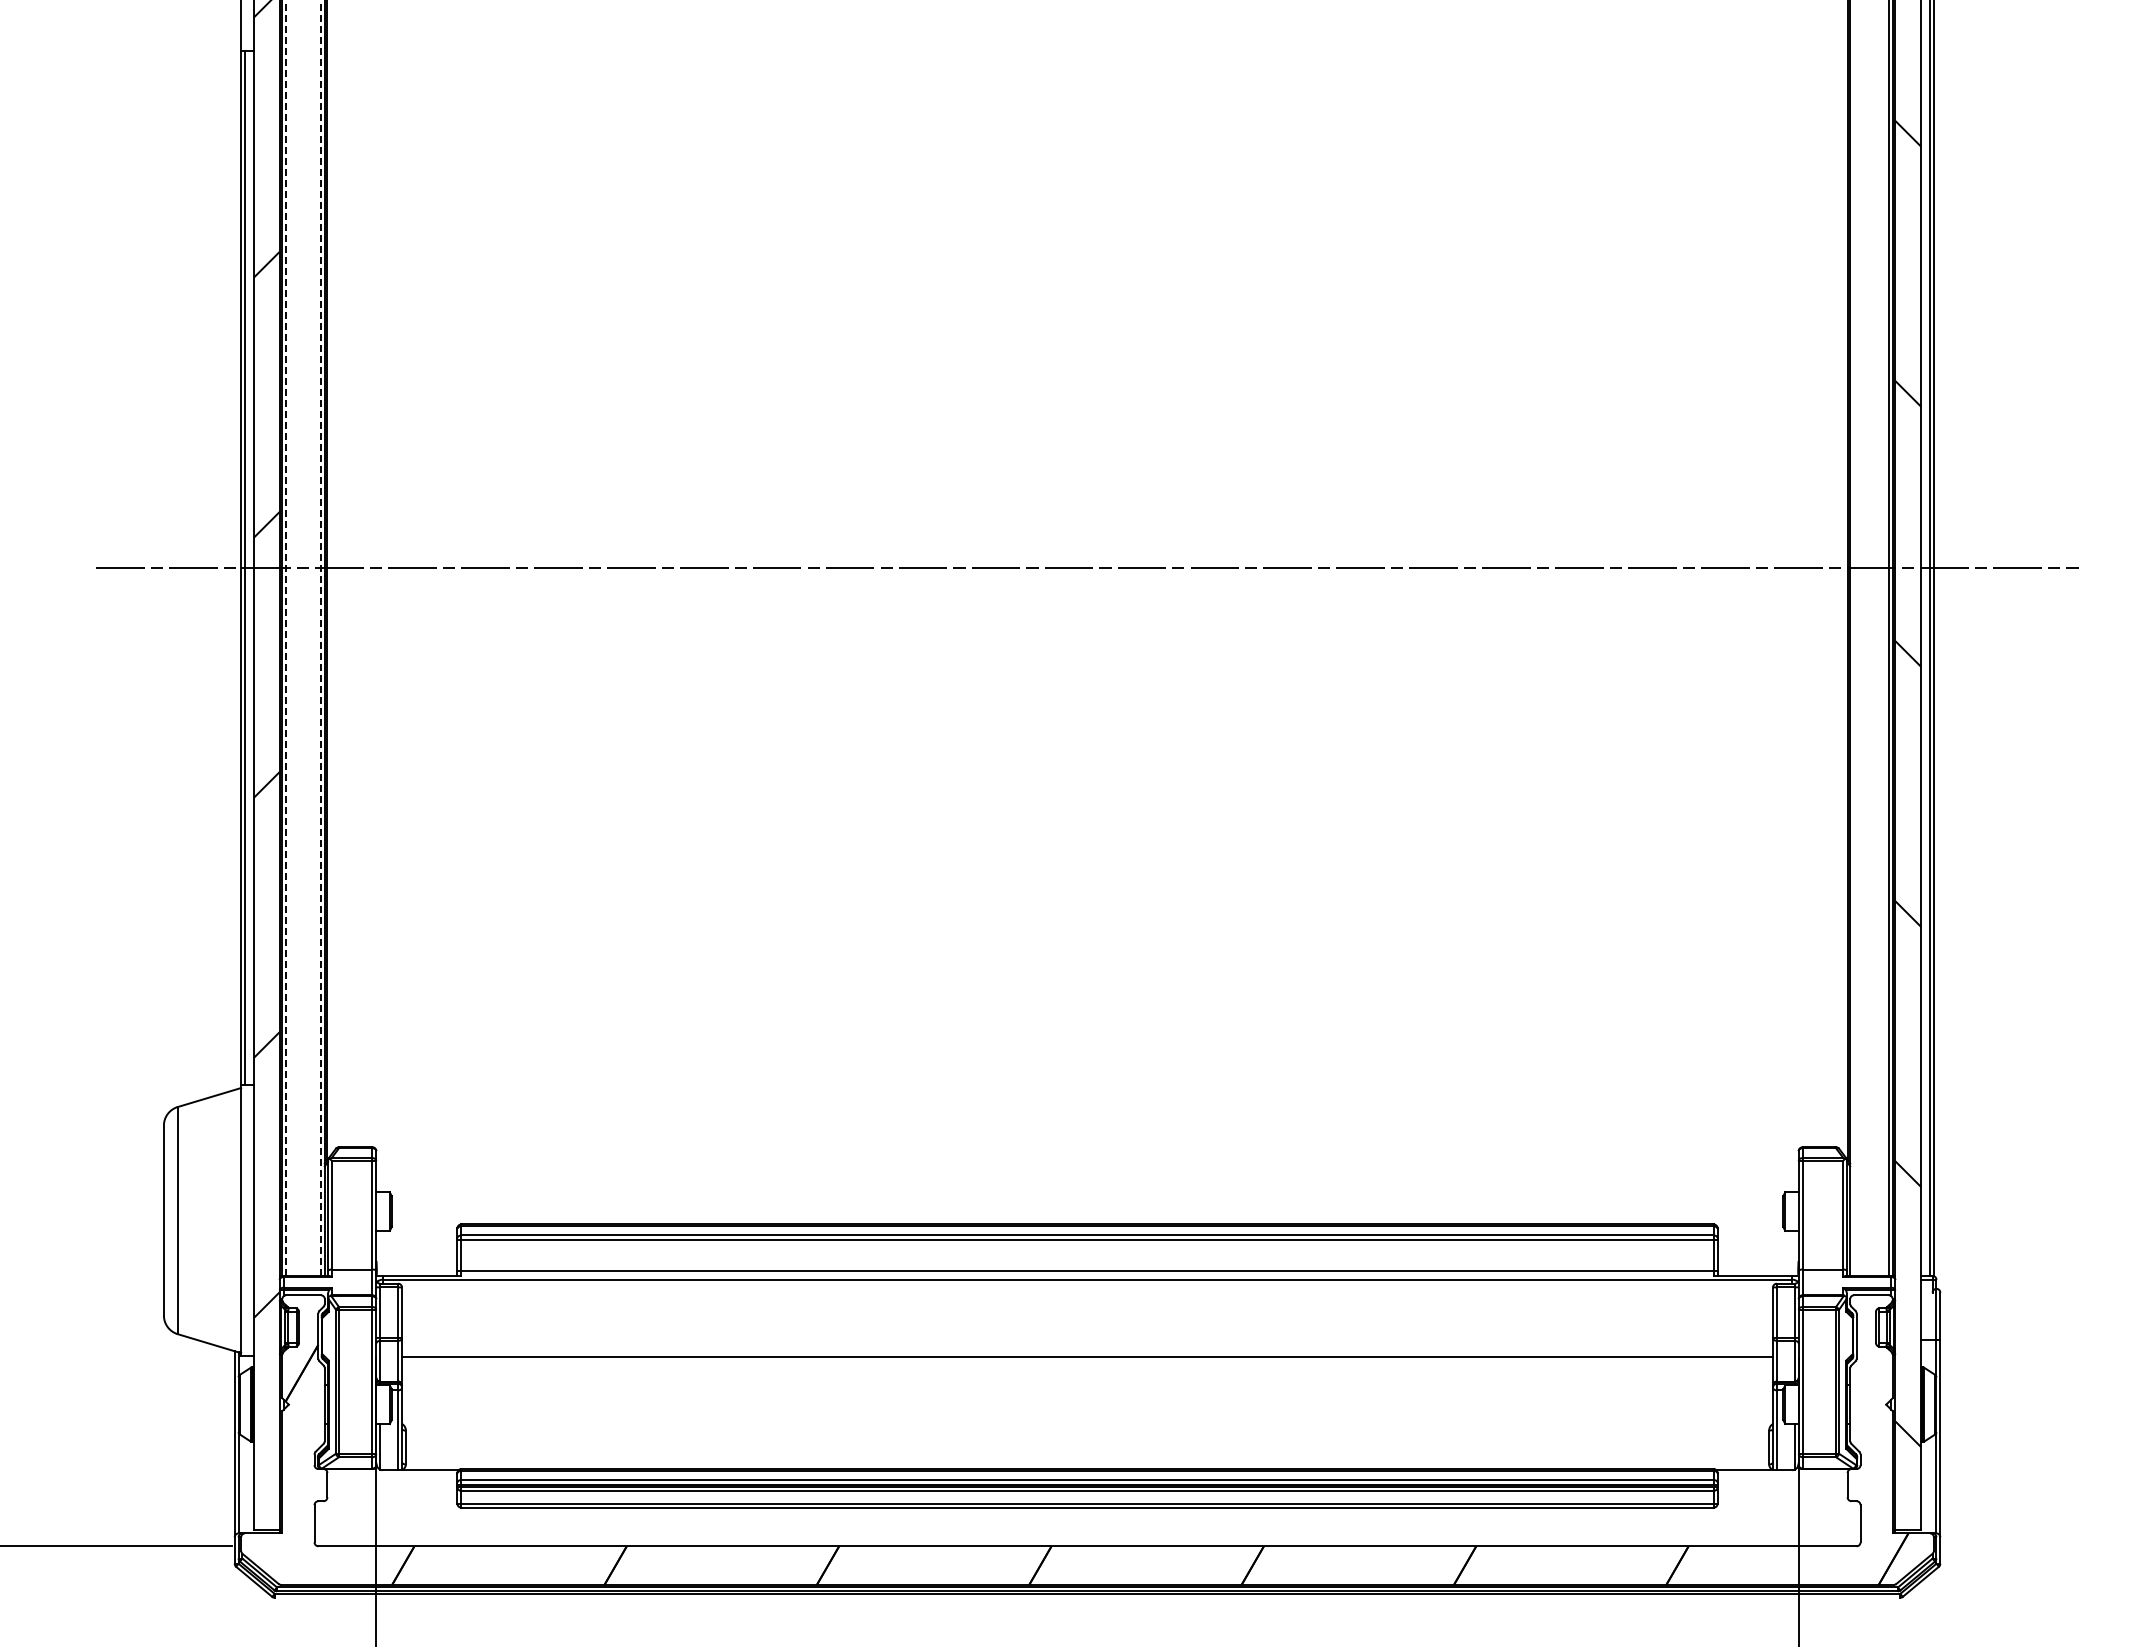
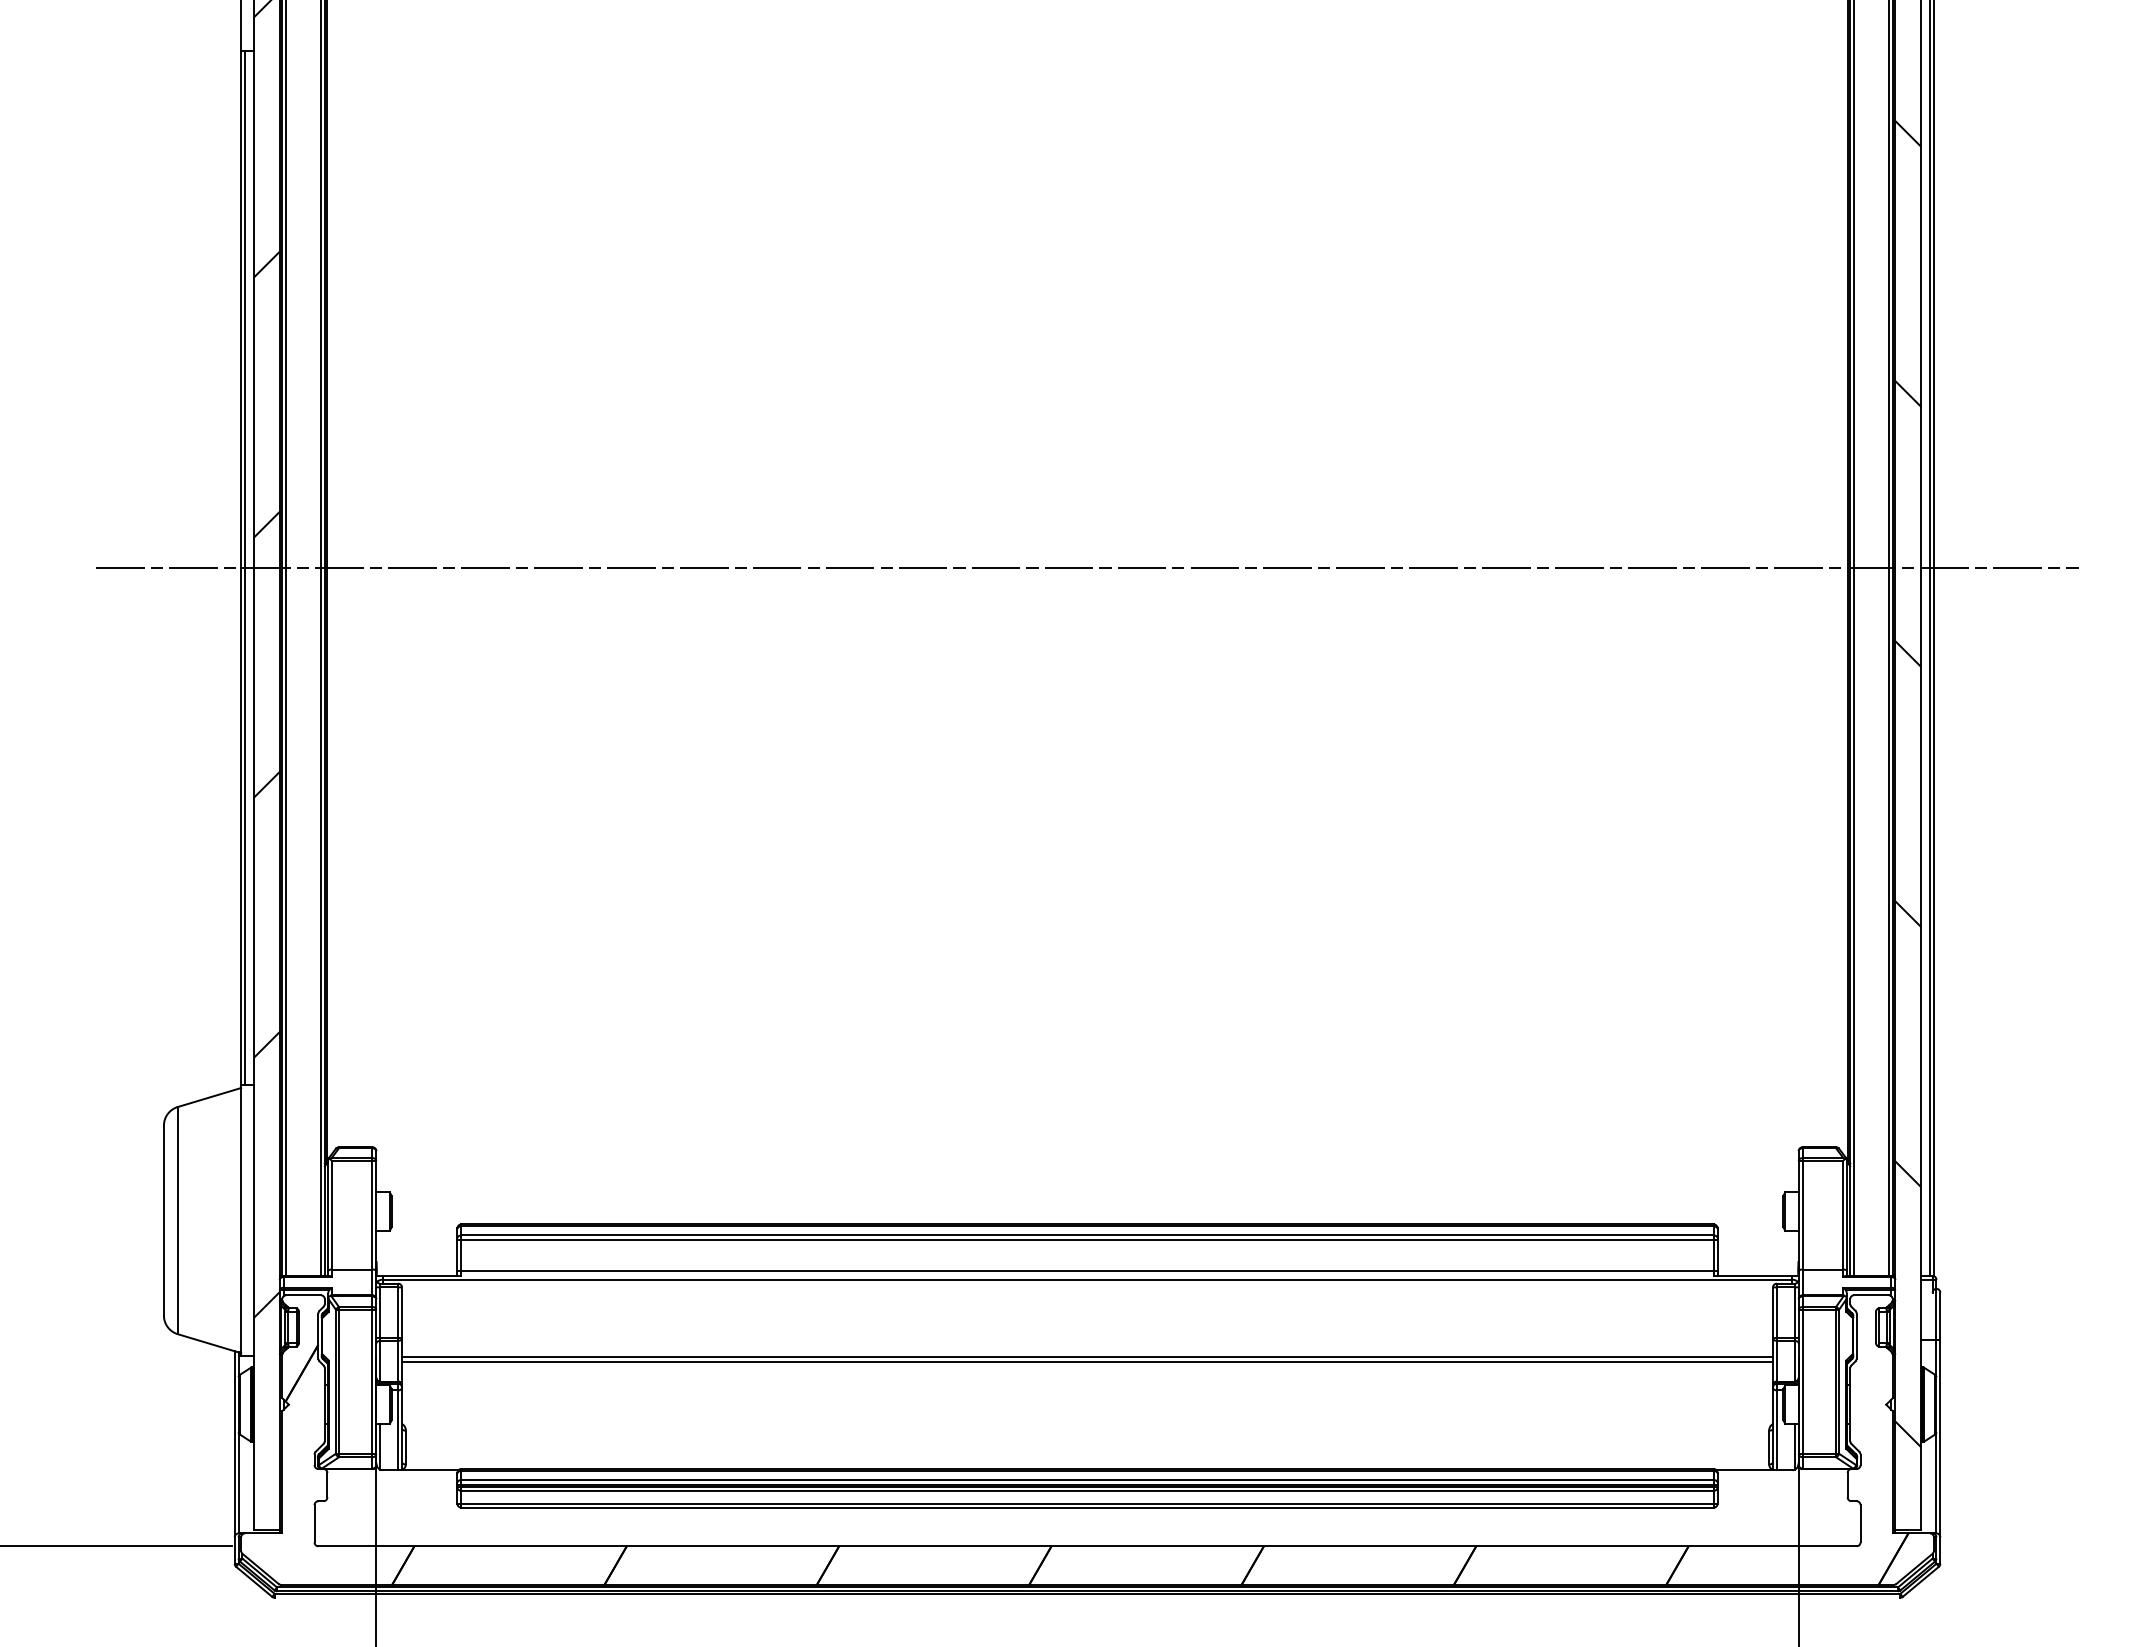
line at (286, 637): dashed -> solid
line at (320, 637): dashed -> solid
line at (1854, 638): none -> present
line at (1087, 1361): none -> present
